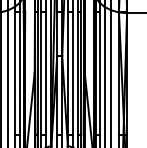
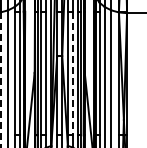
line at (73, 73): solid -> dashed
line at (0, 80): solid -> dashed
